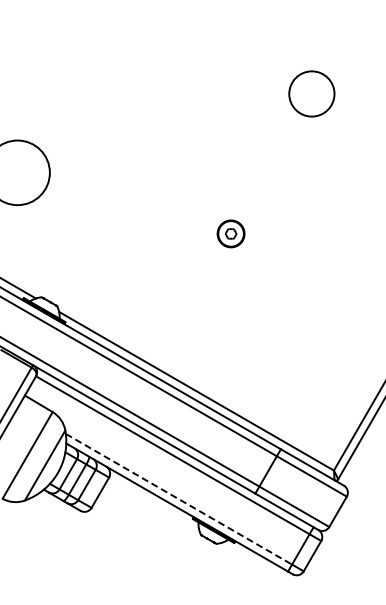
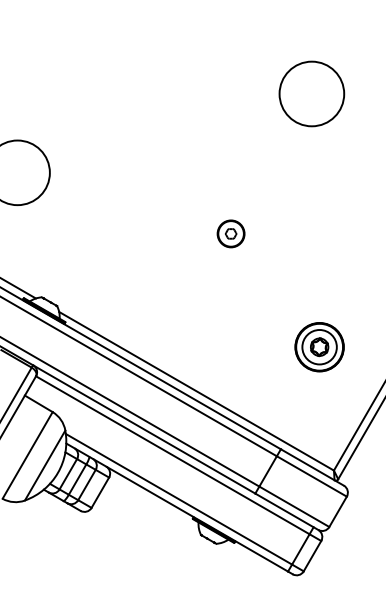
circle at (311, 93) diameter: 45 px -> 65 px
part at (319, 347): none -> present
line at (178, 499): dashed -> solid
